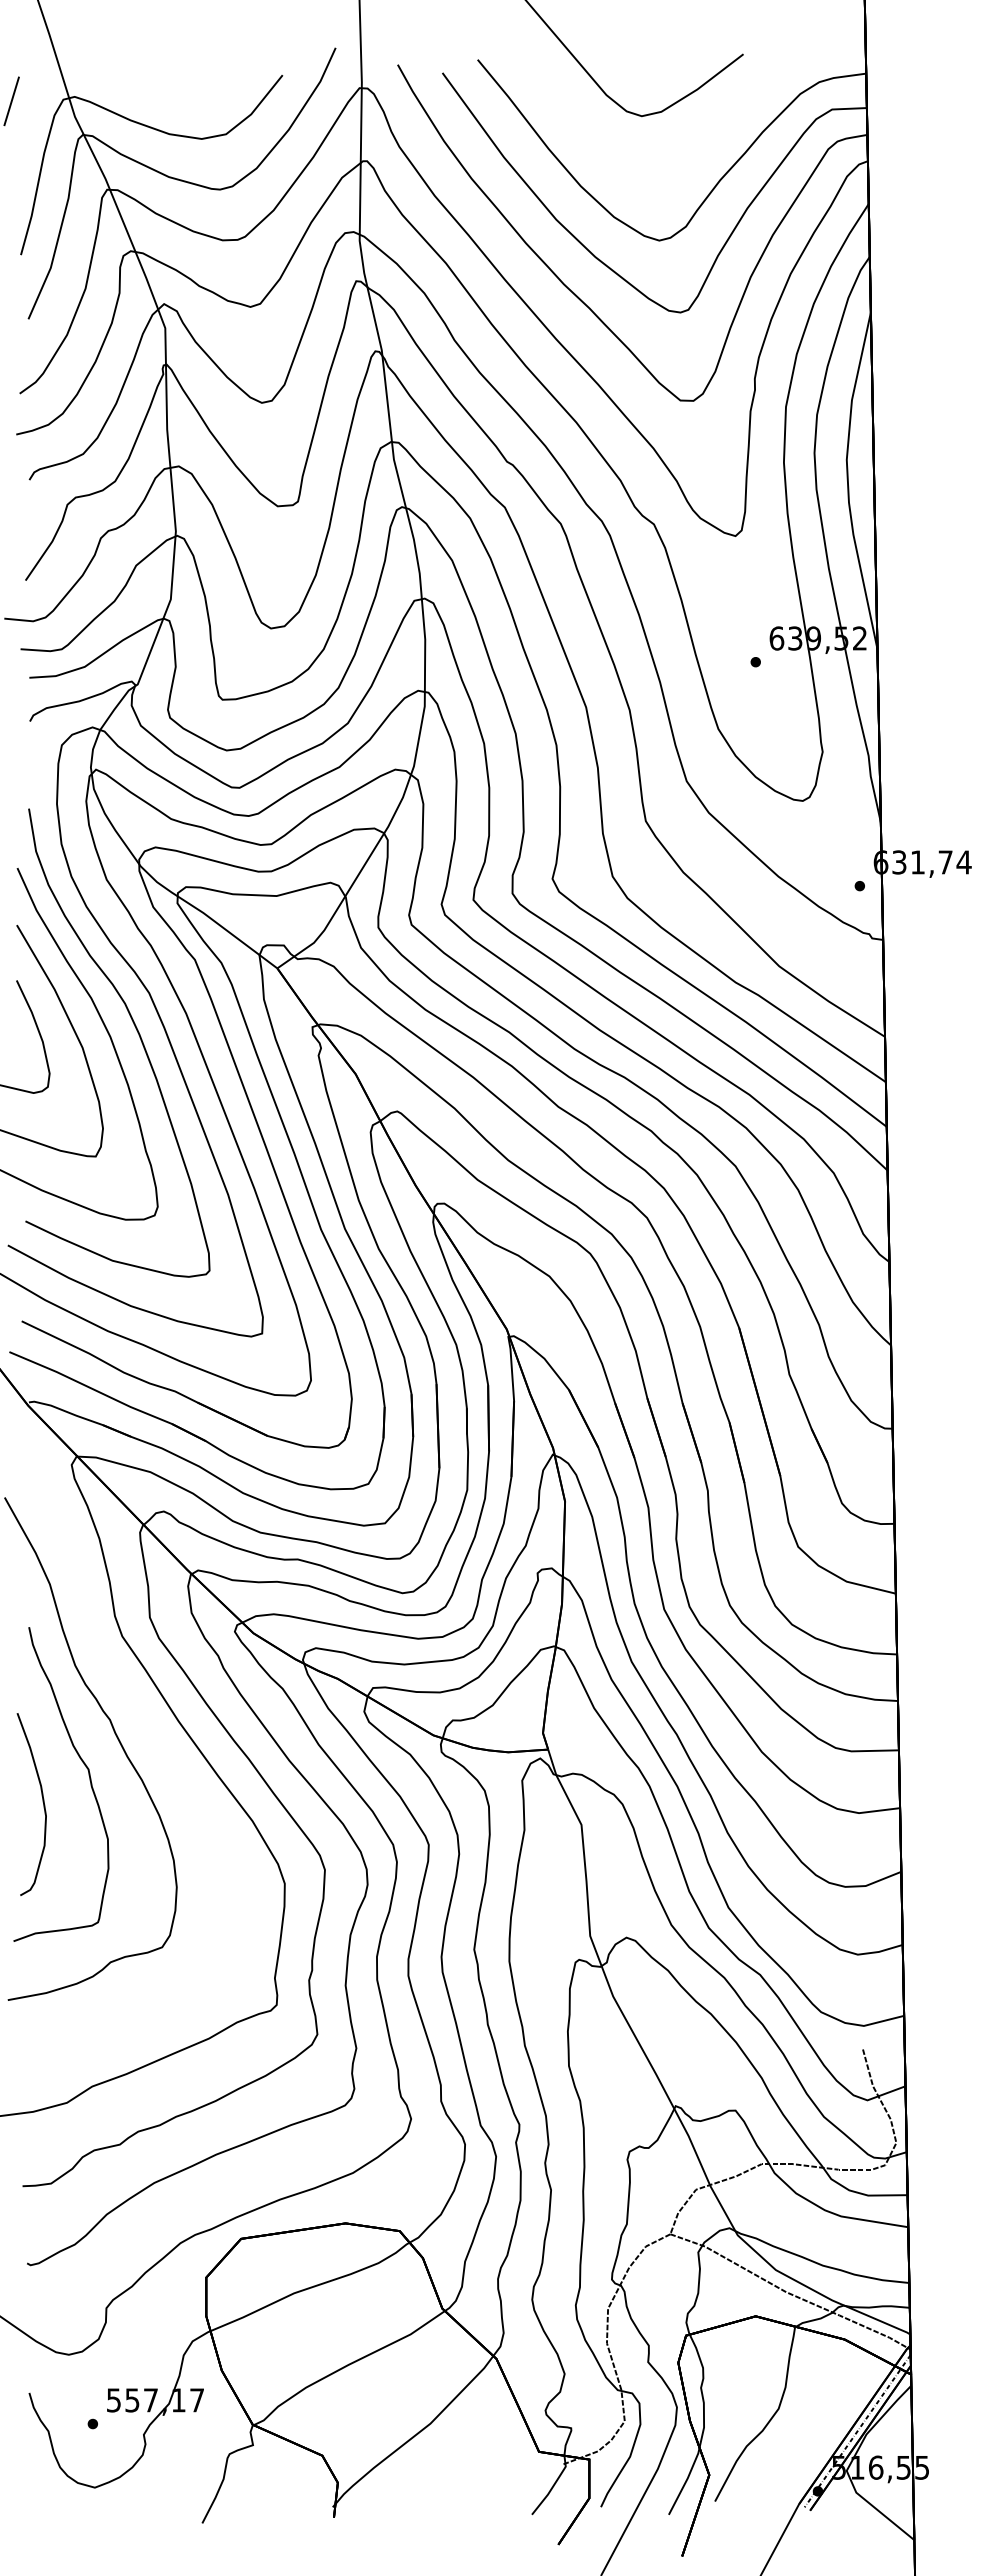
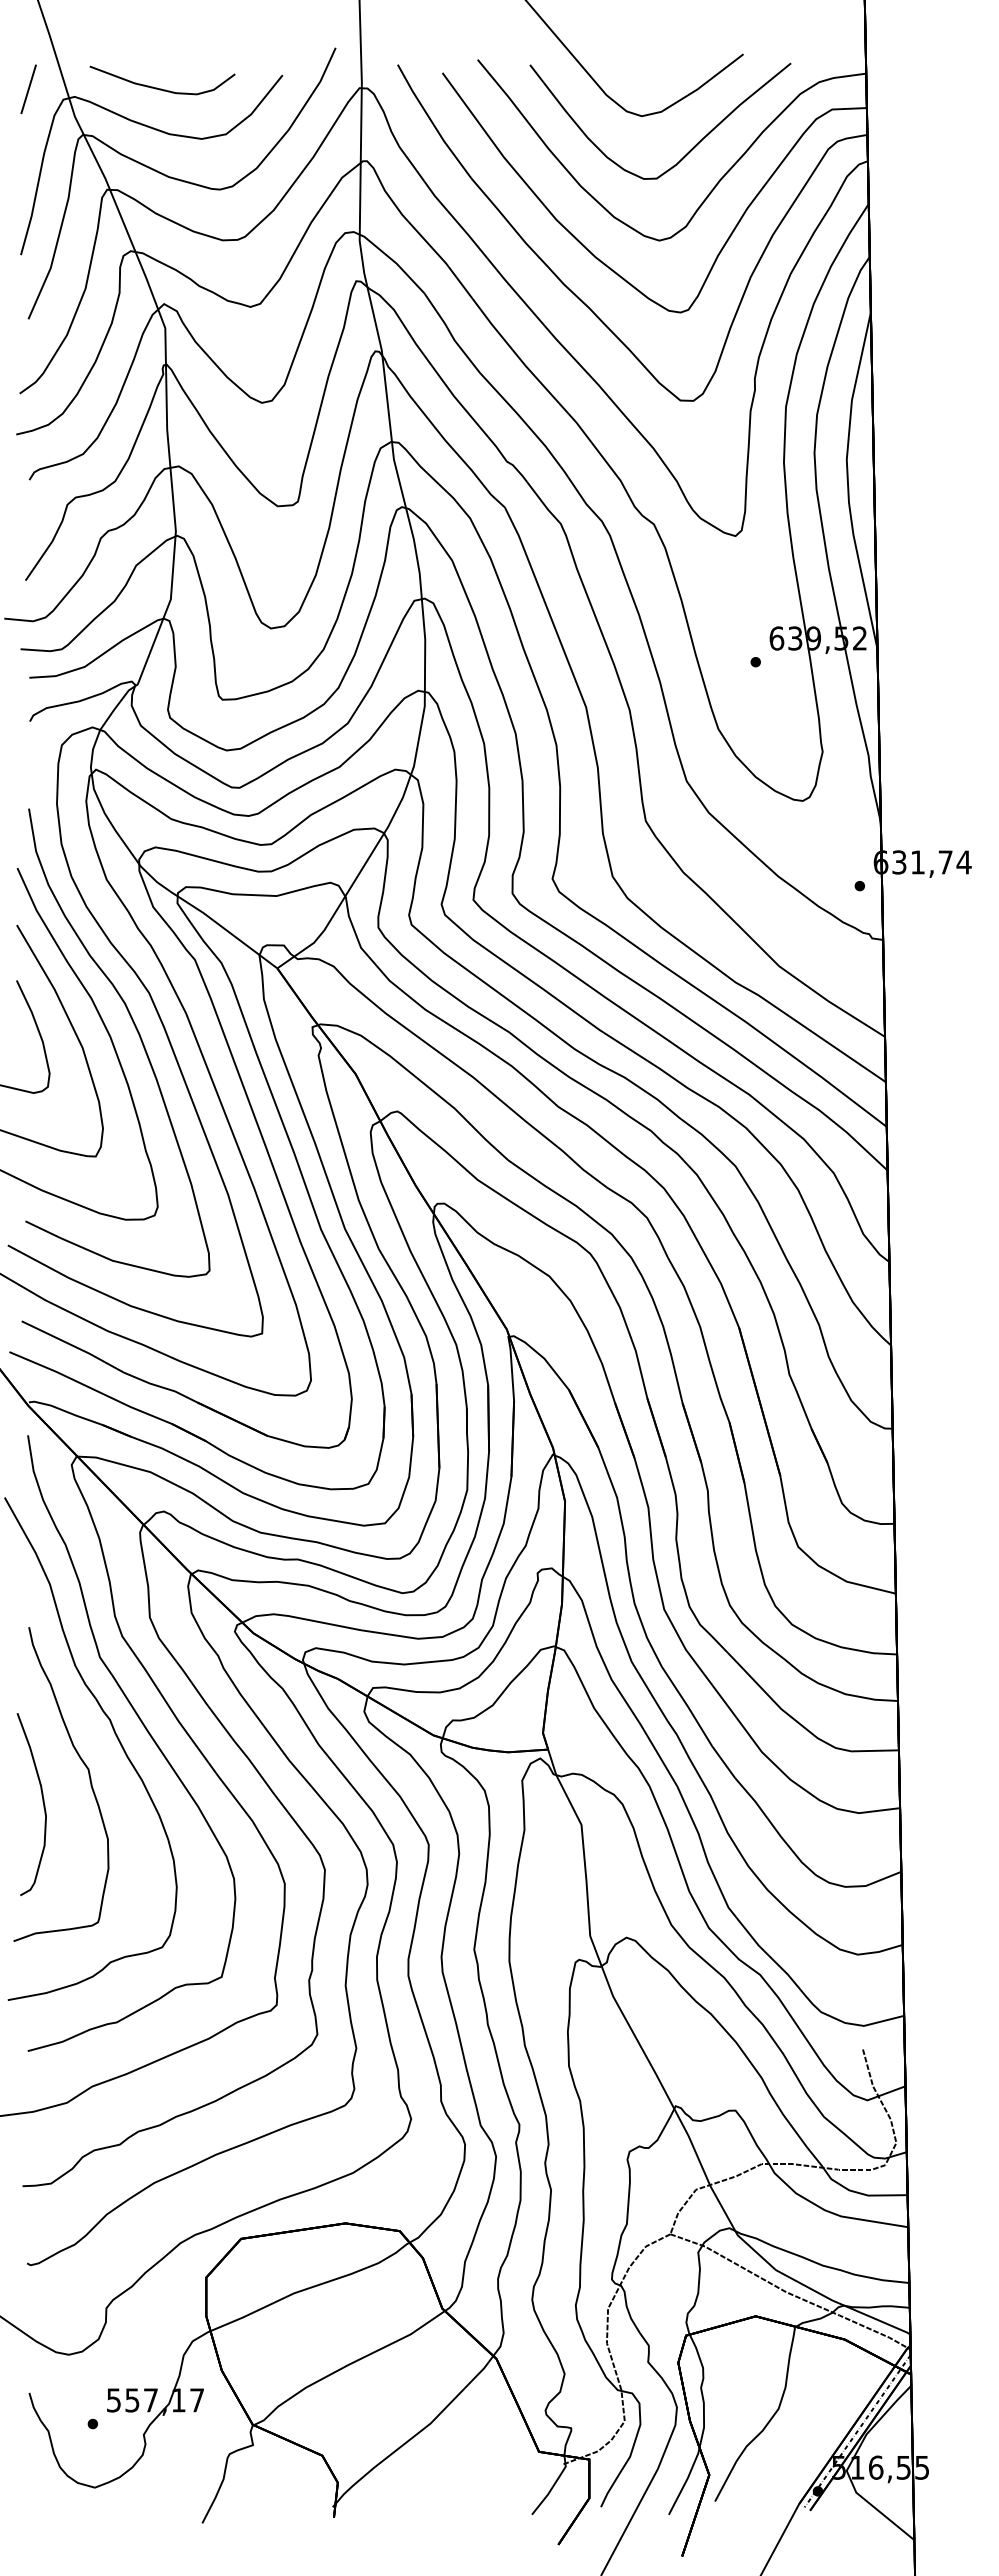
curve at (161, 88): none -> present
line at (11, 101) position: (11, 101) -> (28, 89)
curve at (690, 149): none -> present
curve at (146, 1731): none -> present
